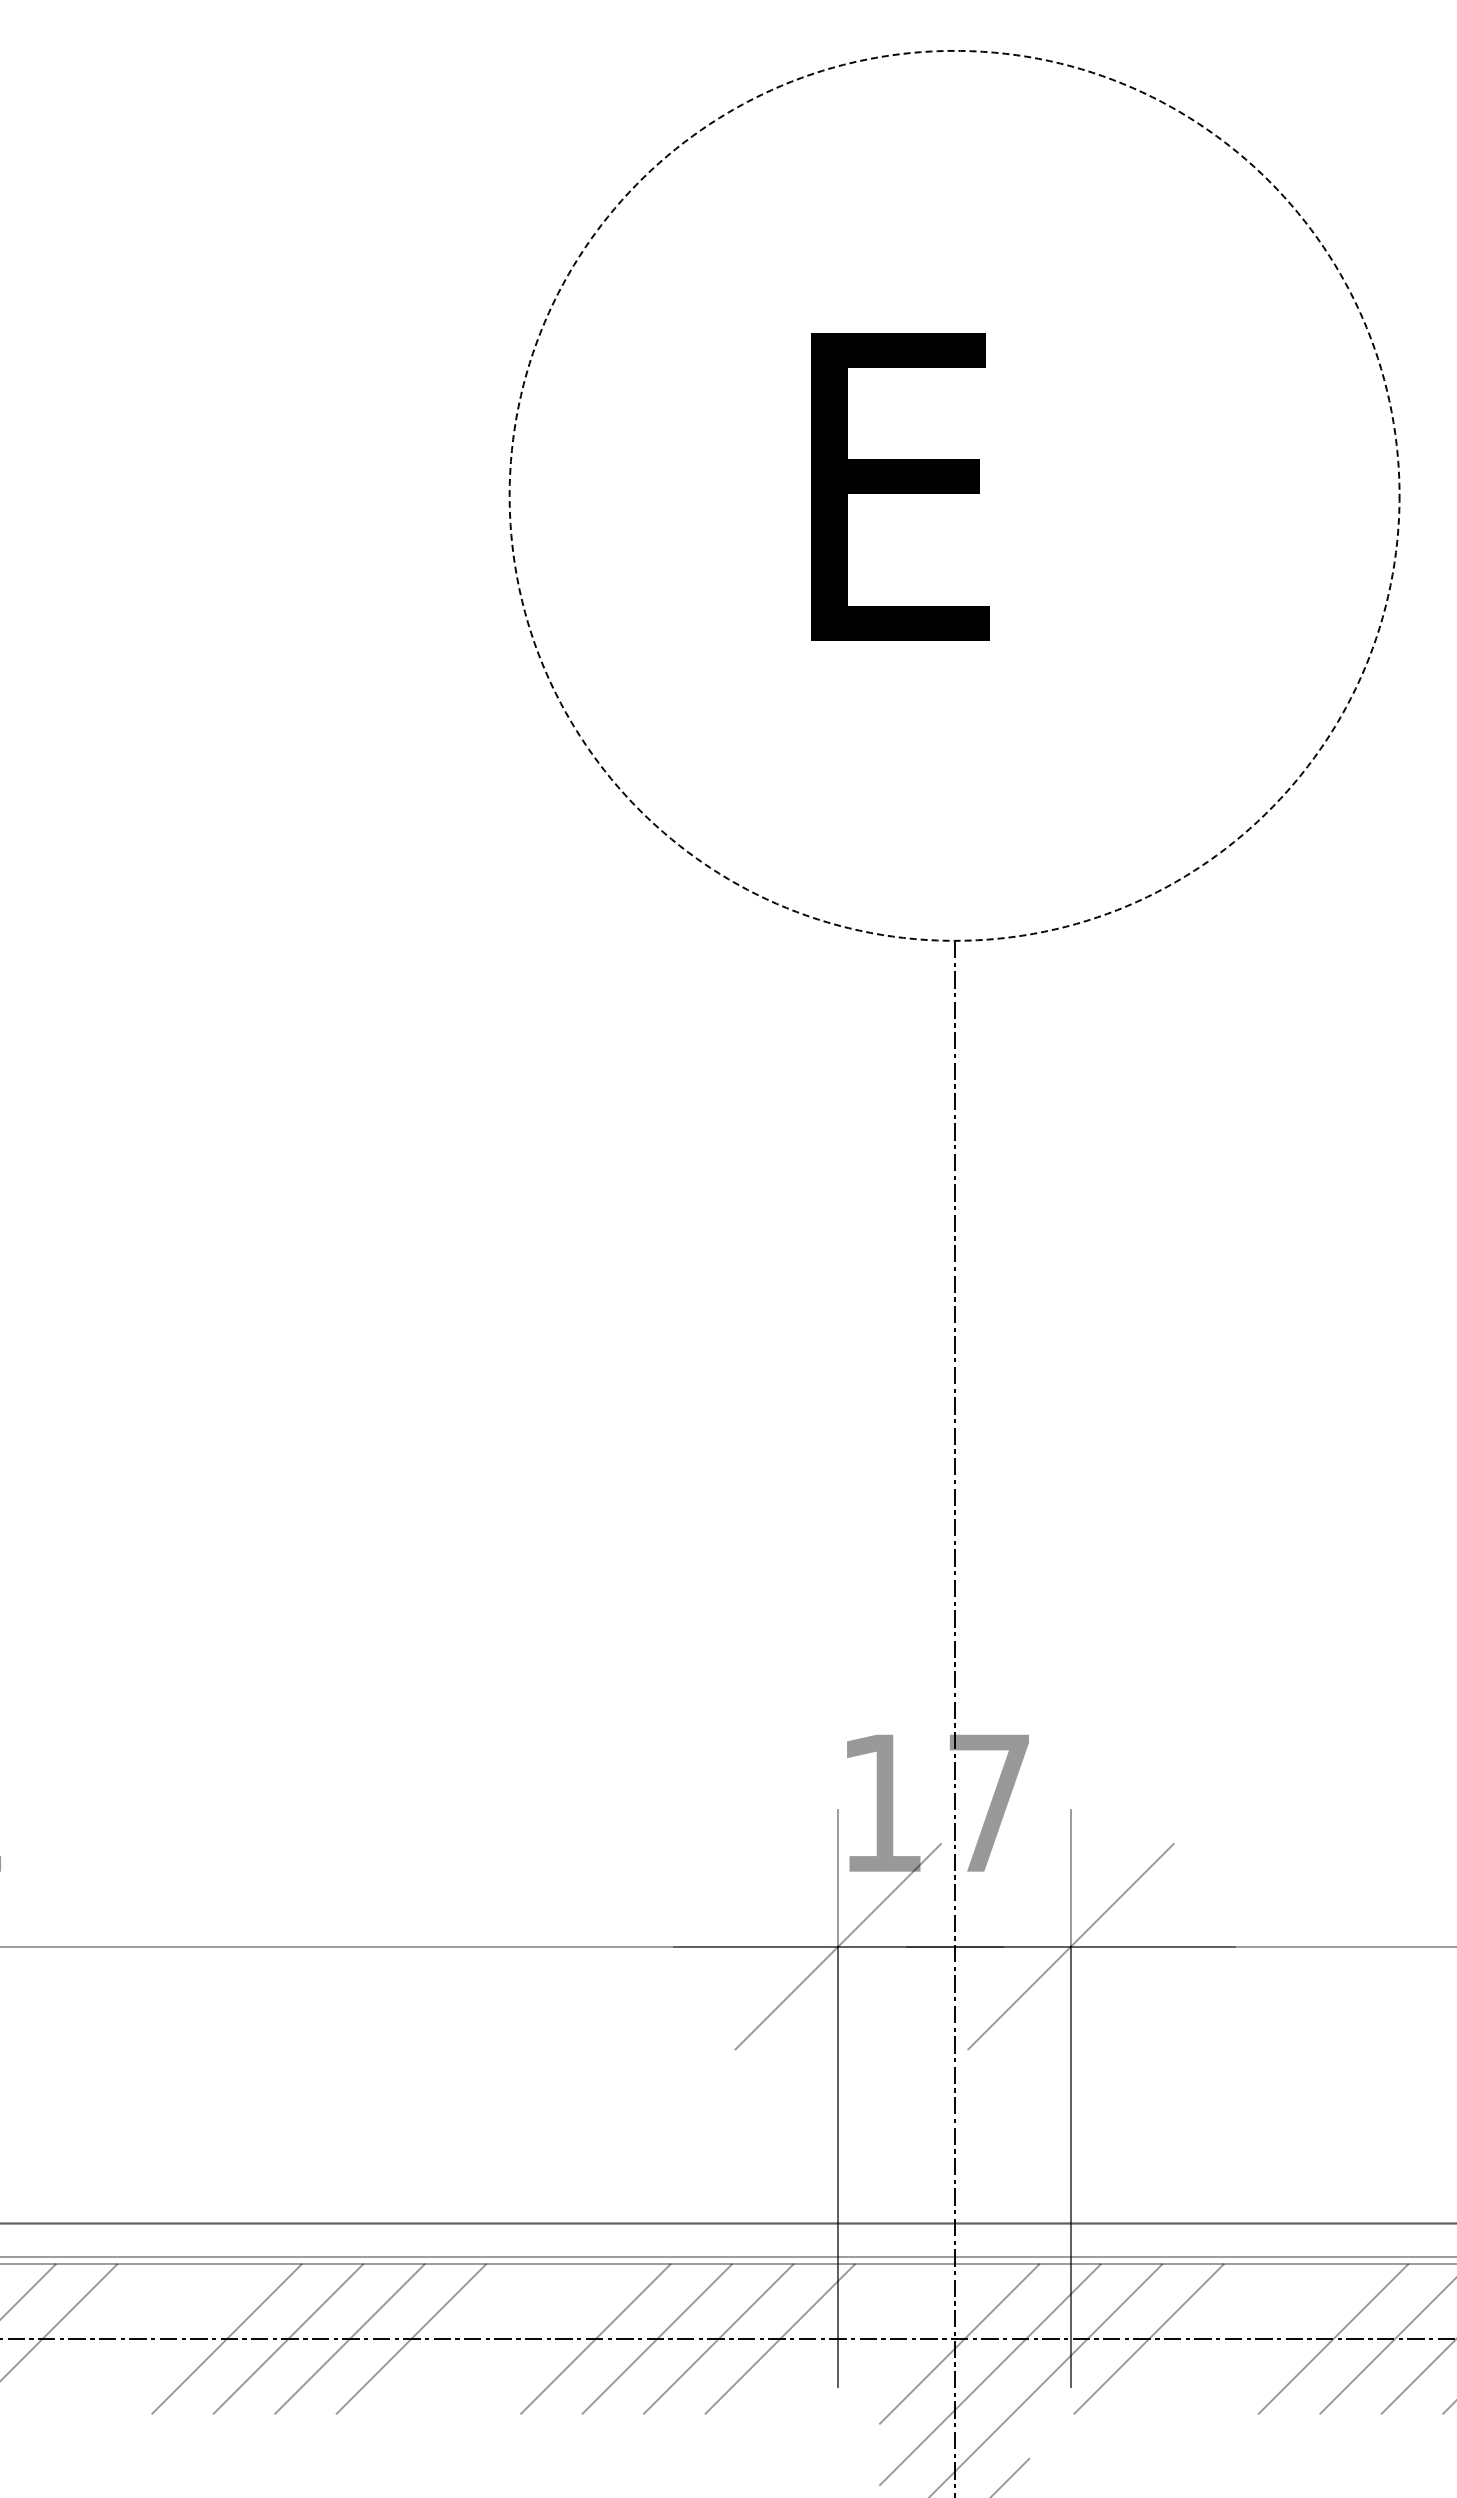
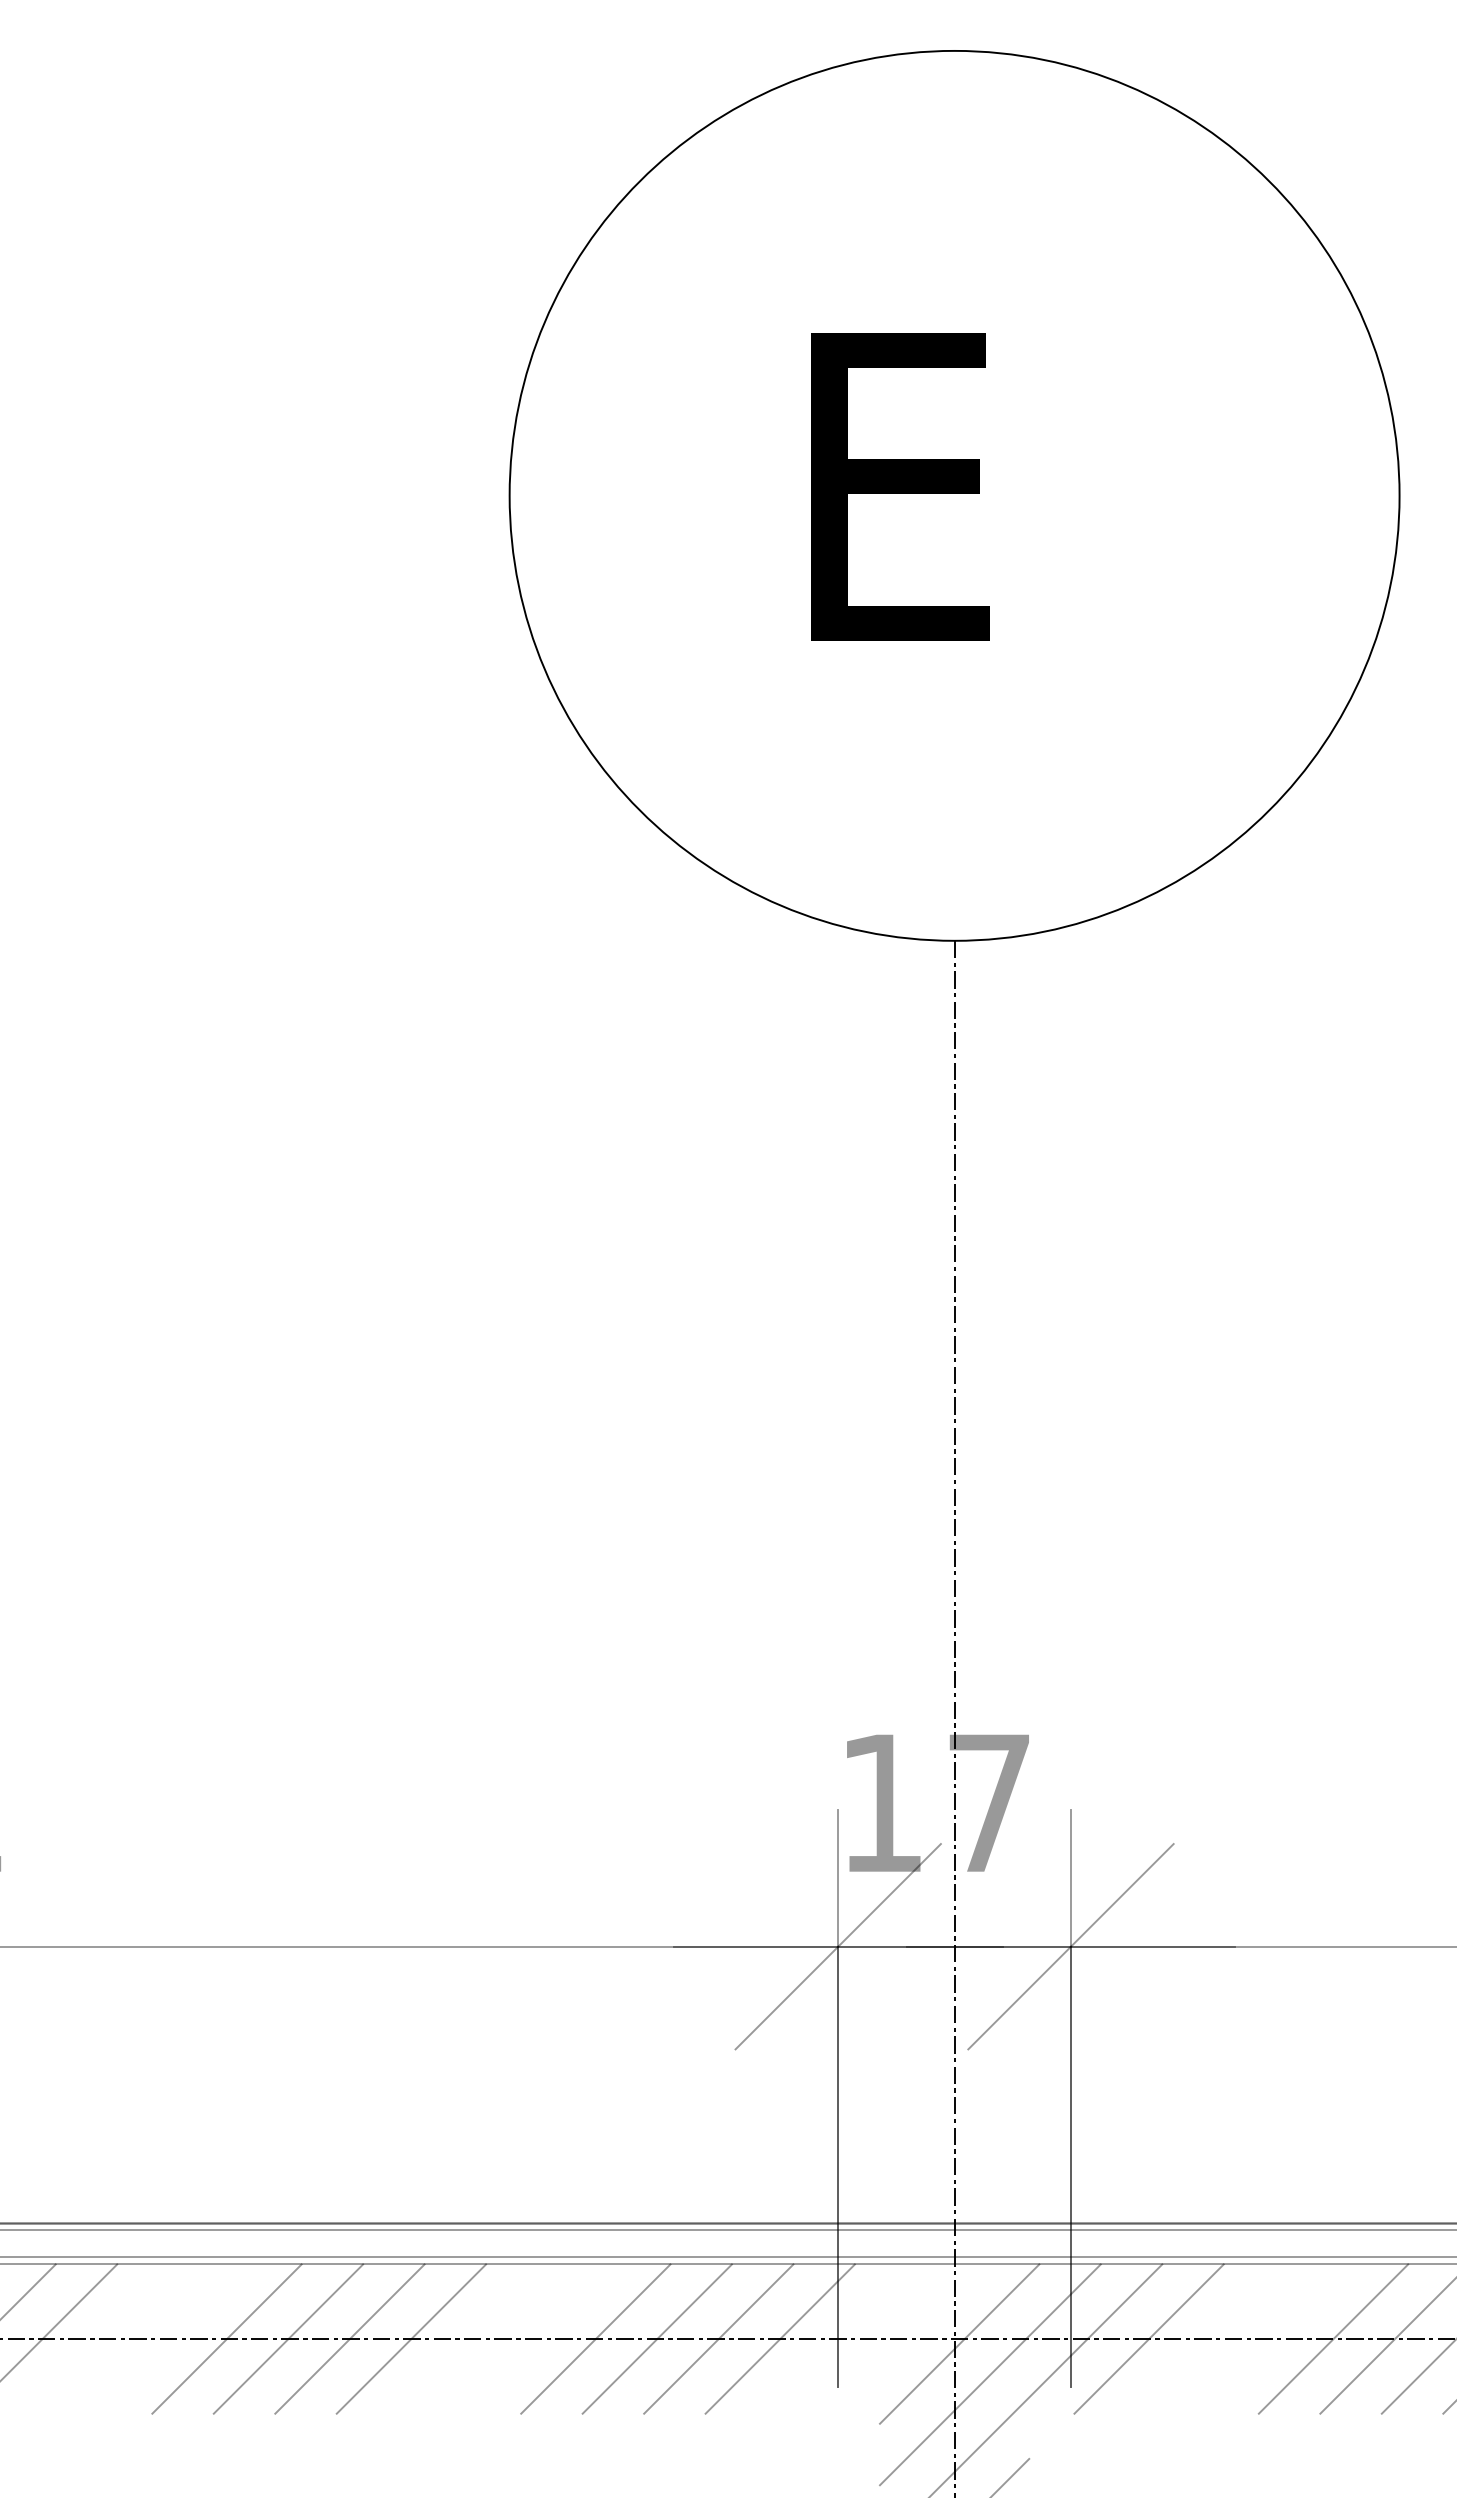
circle at (954, 495): dashed -> solid
line at (727, 2229): none -> present
